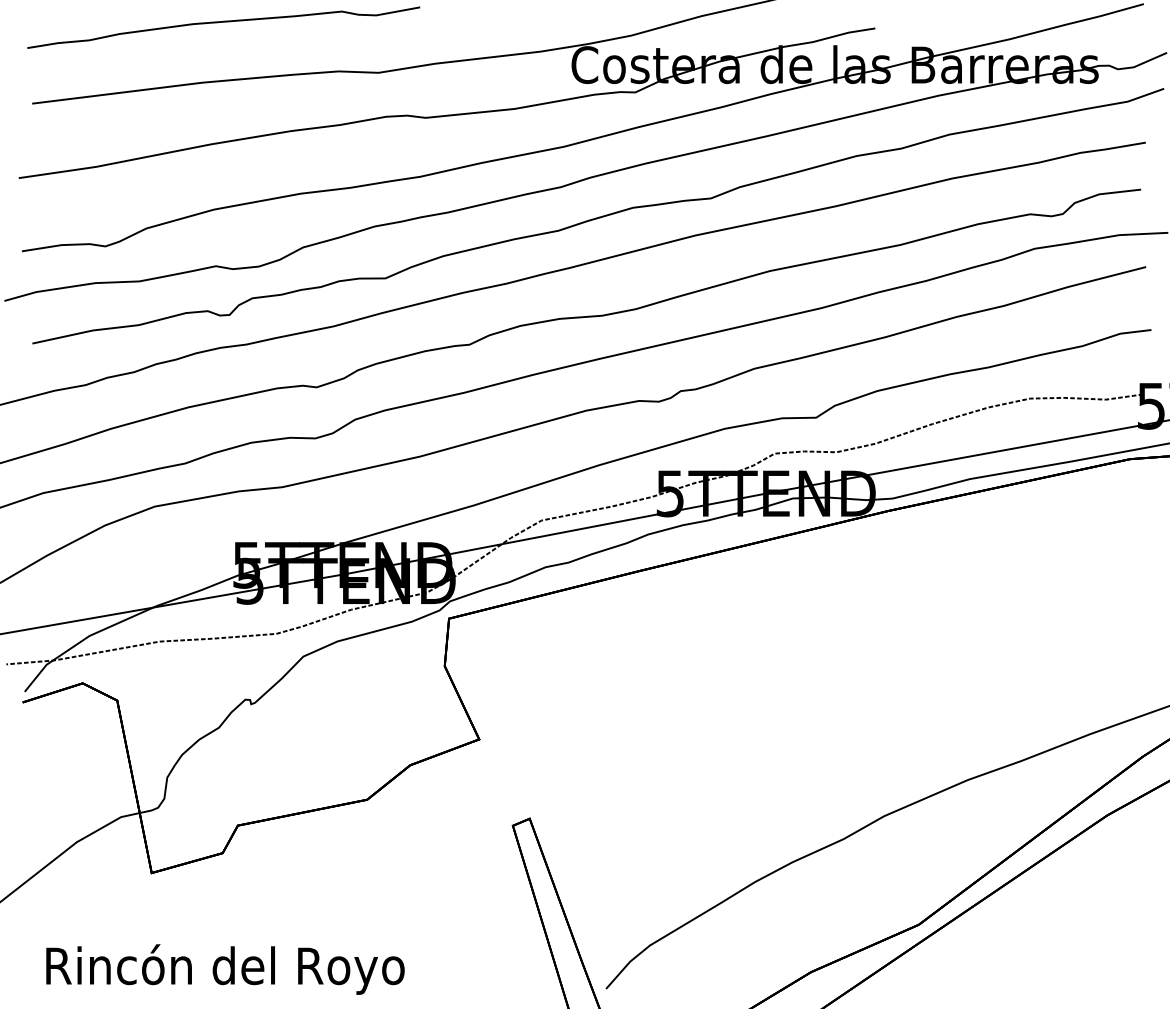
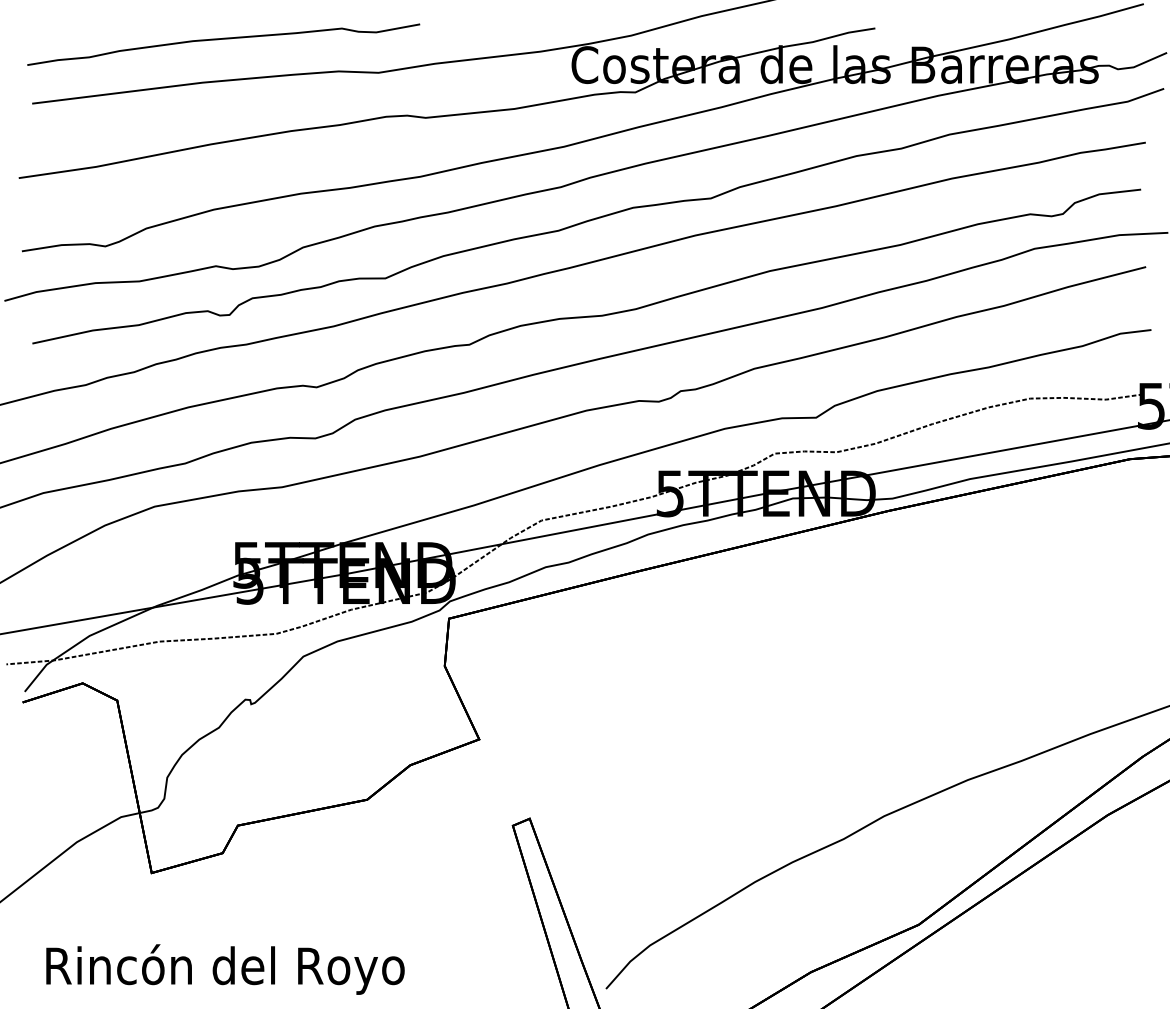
curve at (223, 22) position: (223, 22) -> (223, 39)
